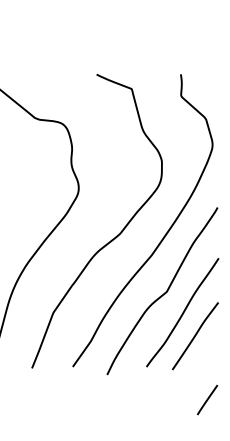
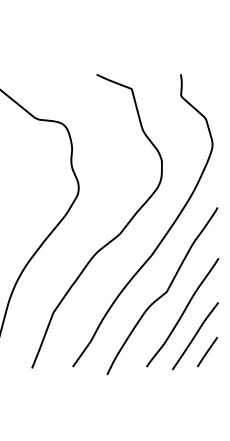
line at (207, 400) position: (207, 400) -> (207, 352)
